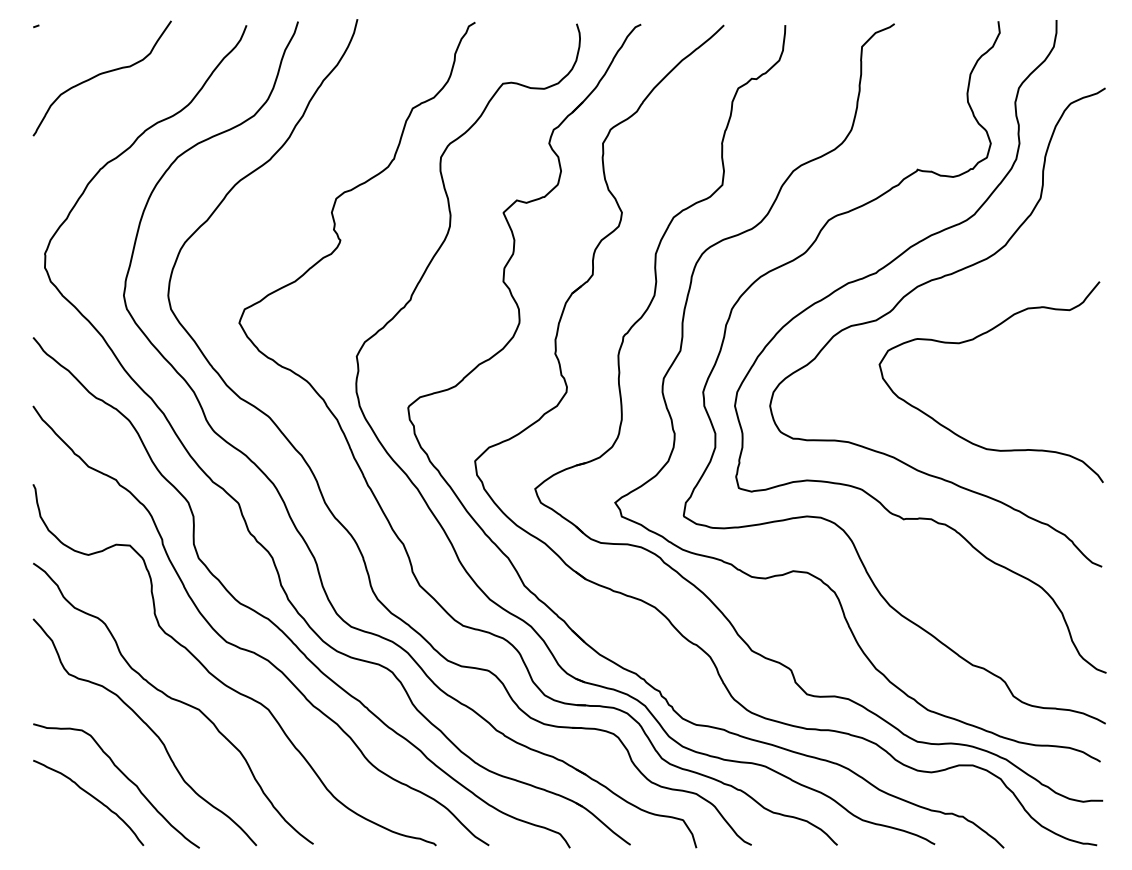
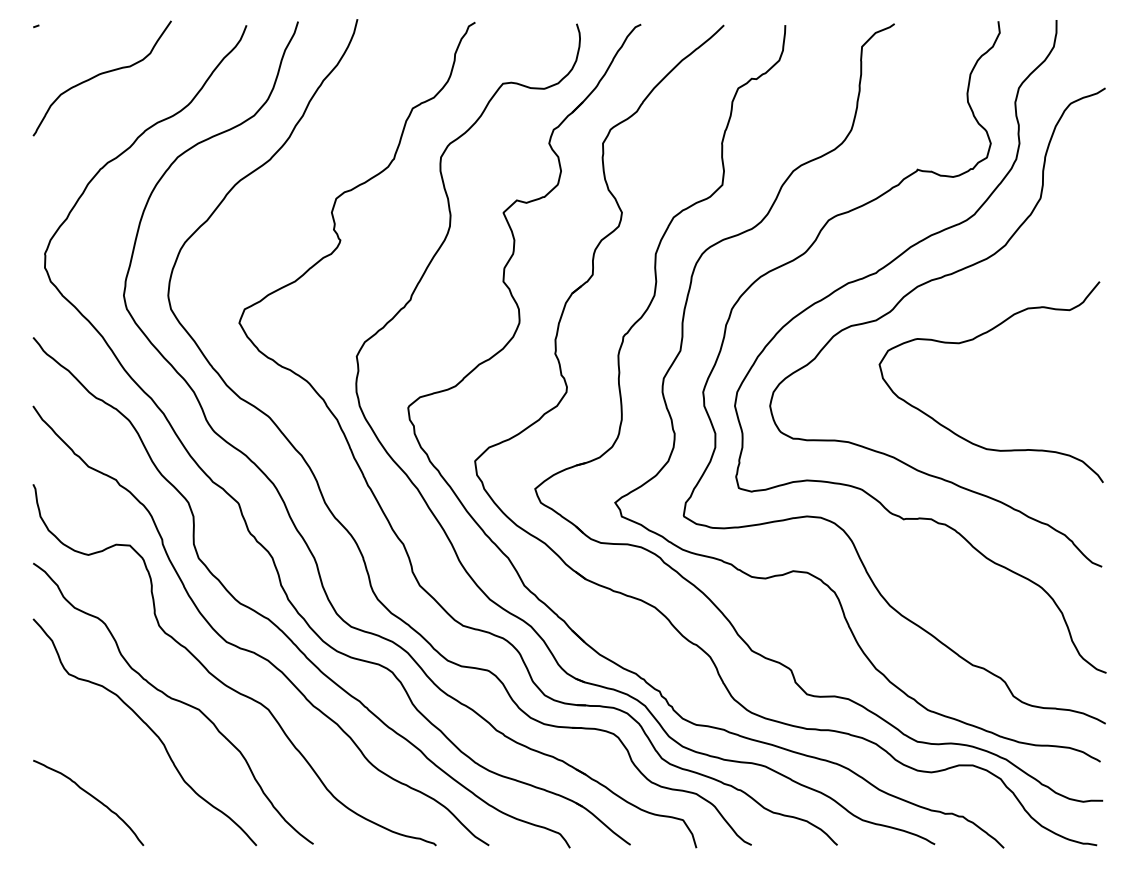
curve at (124, 776): present -> none
